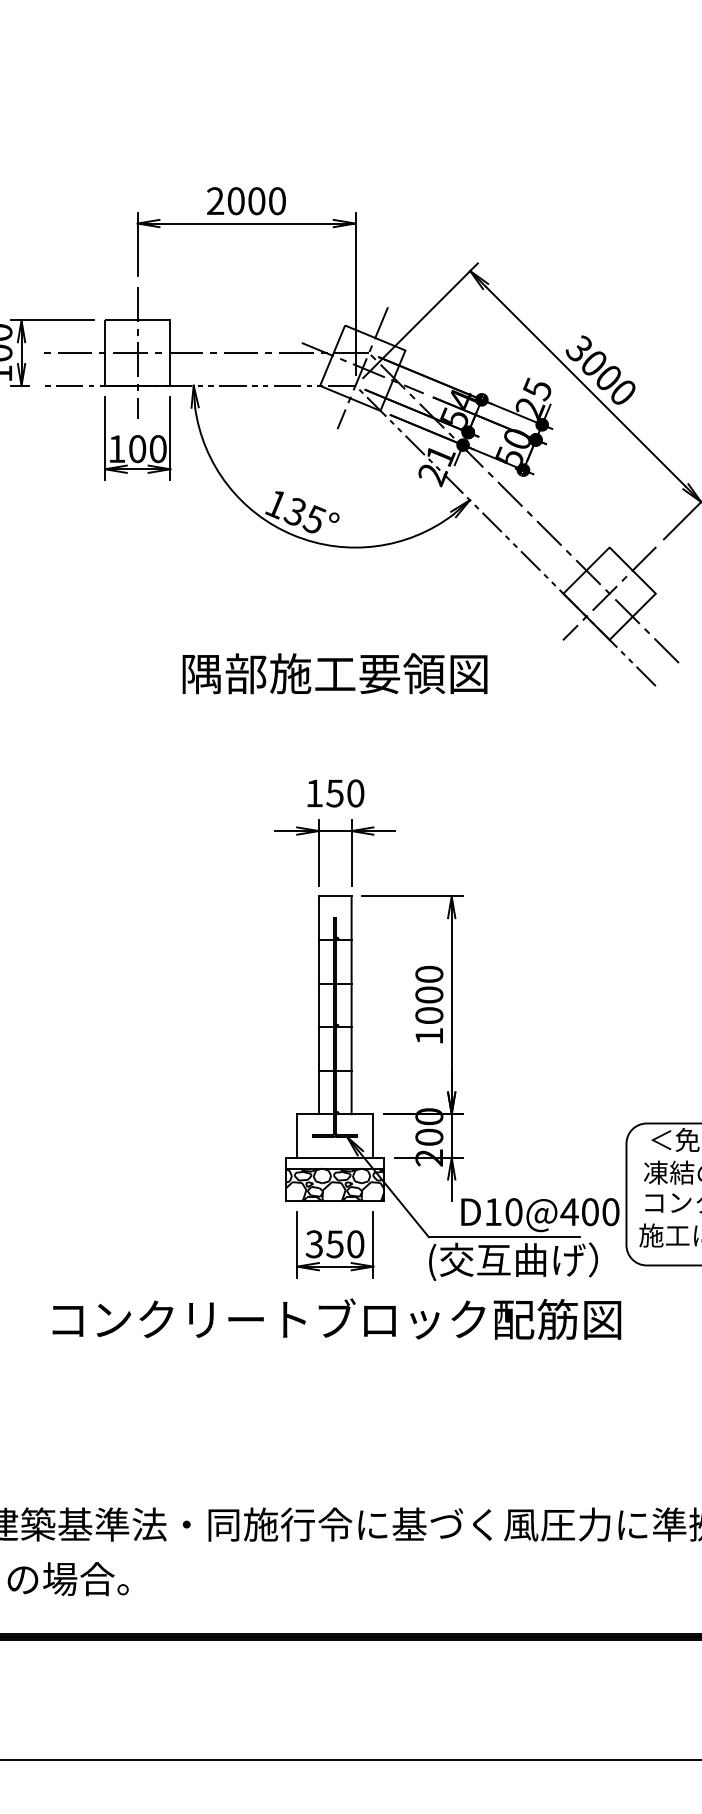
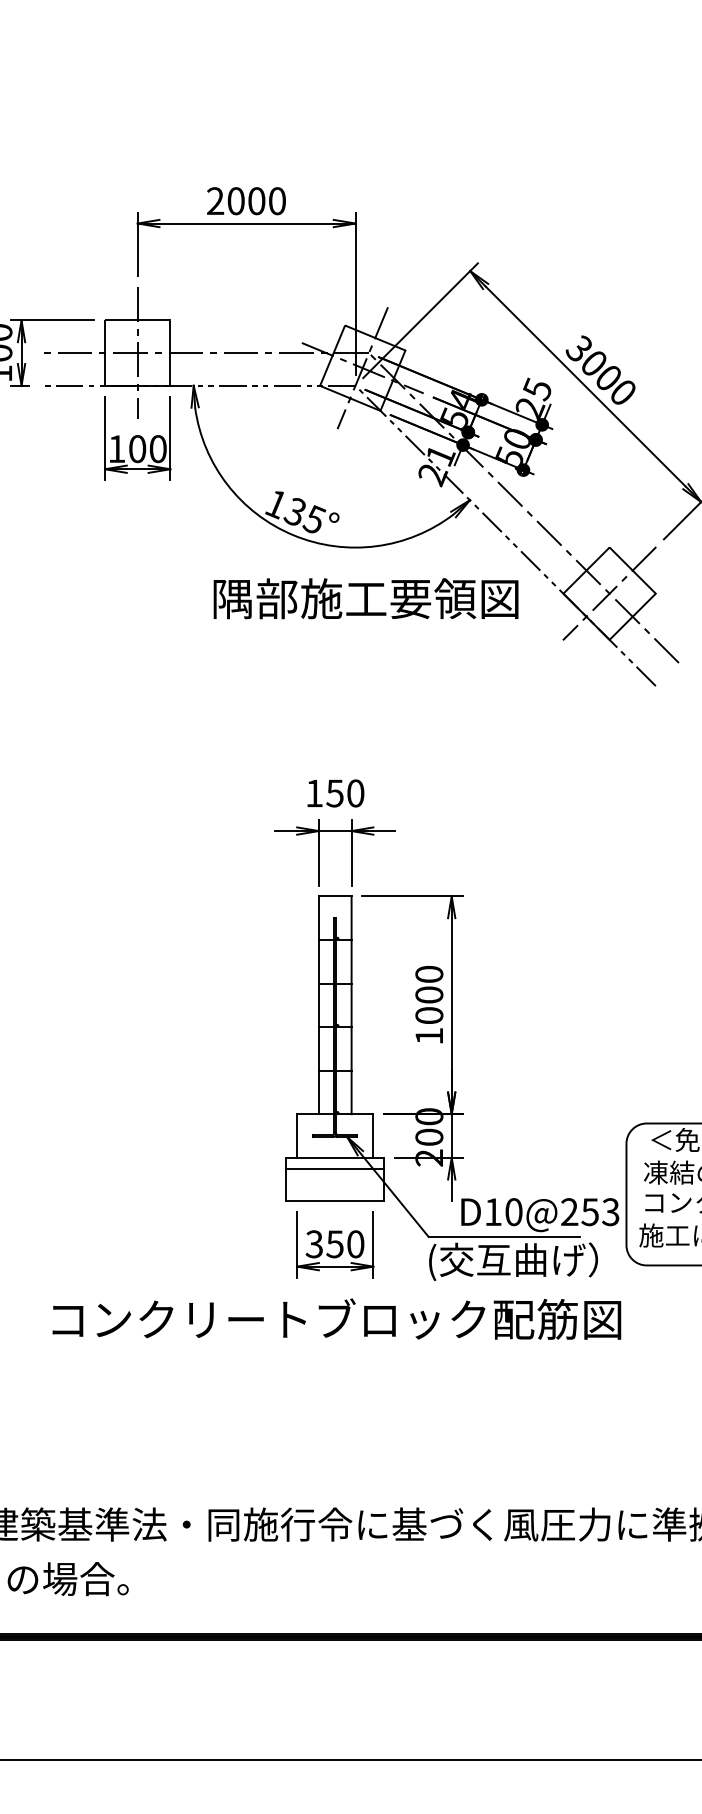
text at (334, 673) position: (334, 673) -> (365, 598)
hatch at (335, 1184): present -> none
text at (589, 1212): D10@400 -> D10@253
